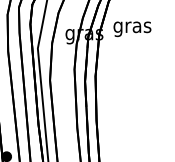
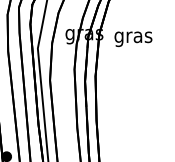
text at (132, 29) position: (132, 29) -> (133, 39)
